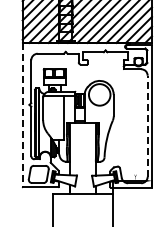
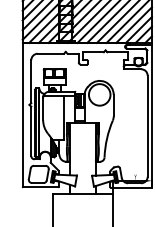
line at (22, 115): dashed -> solid
line at (147, 126): dashed -> solid
